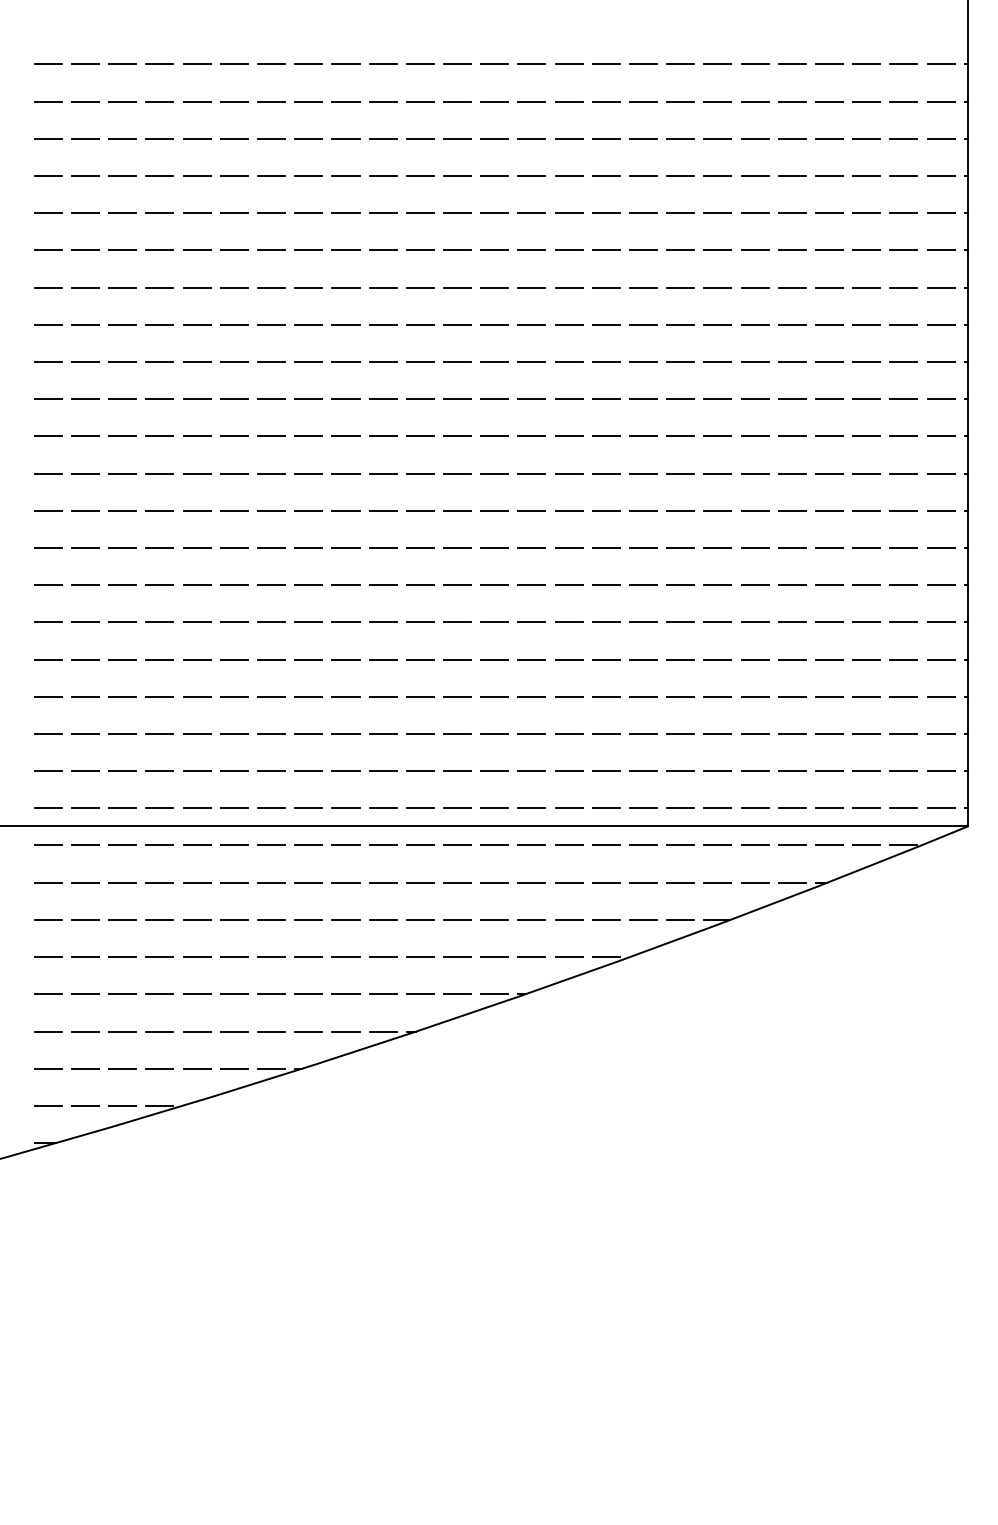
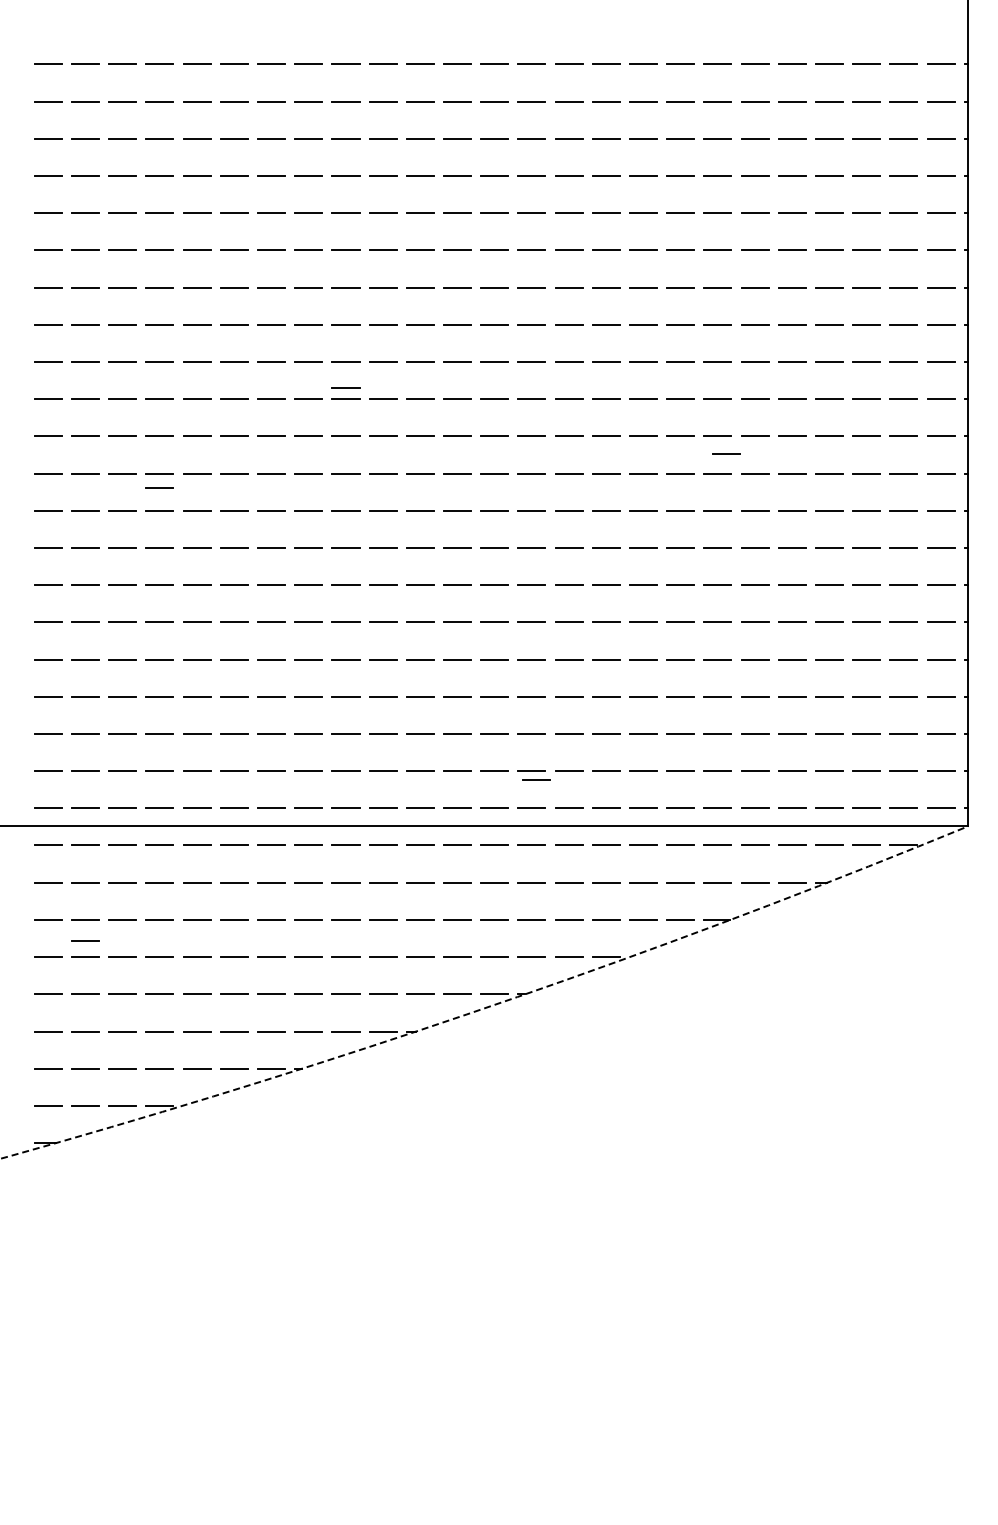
line at (345, 387): none -> present
line at (726, 453): none -> present
line at (159, 487): none -> present
line at (536, 779): none -> present
line at (85, 940): none -> present
arc at (489, 1006): solid -> dashed
